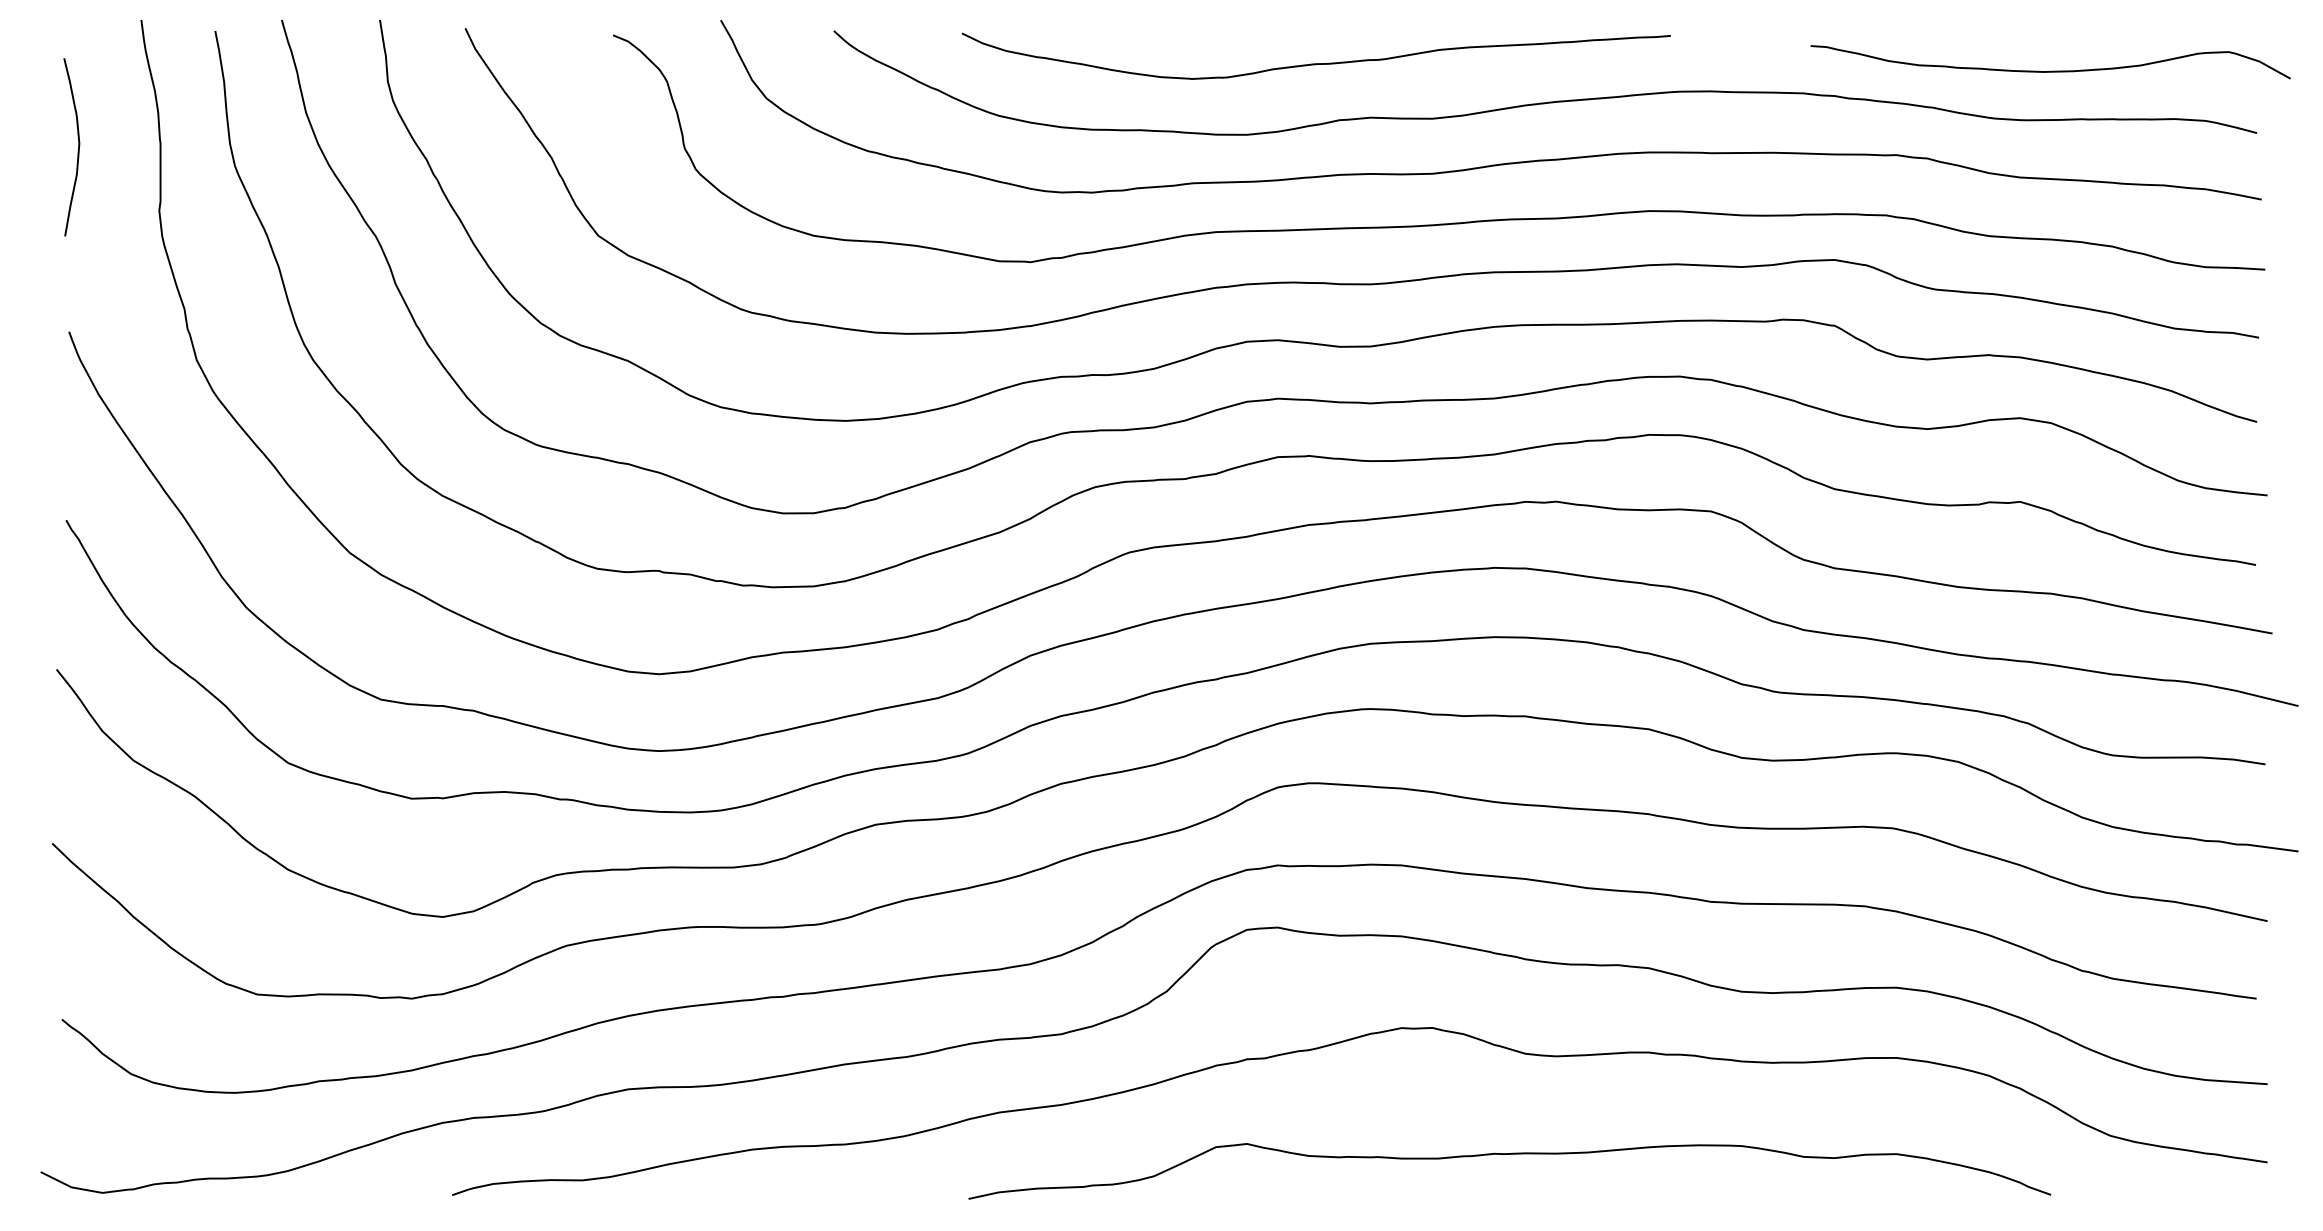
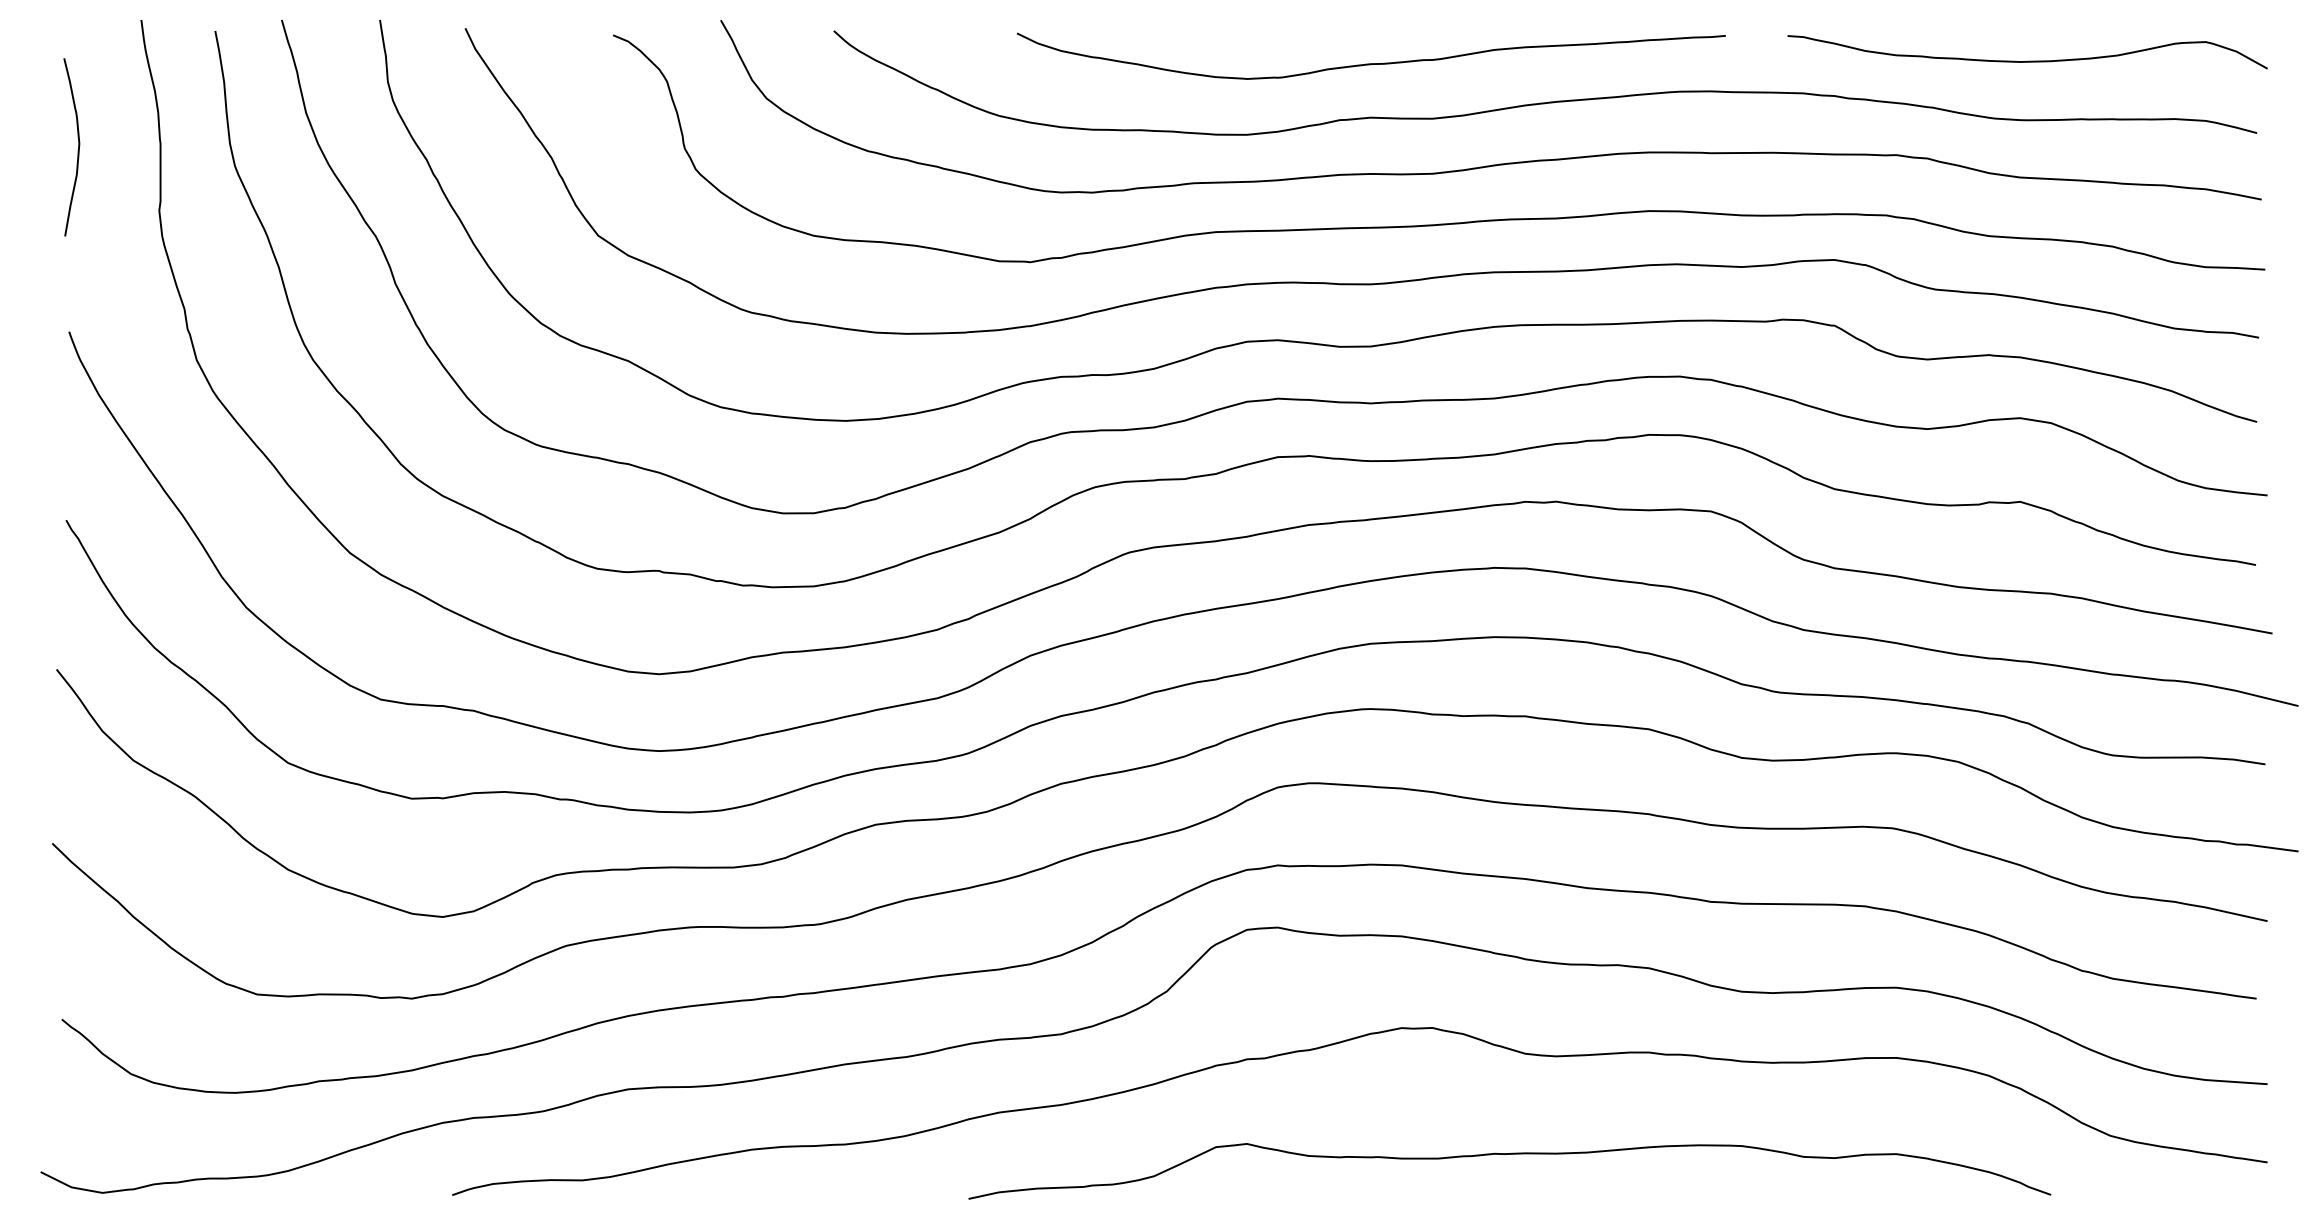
curve at (1315, 63) position: (1315, 63) -> (1370, 63)
curve at (2050, 70) position: (2050, 70) -> (2027, 60)
